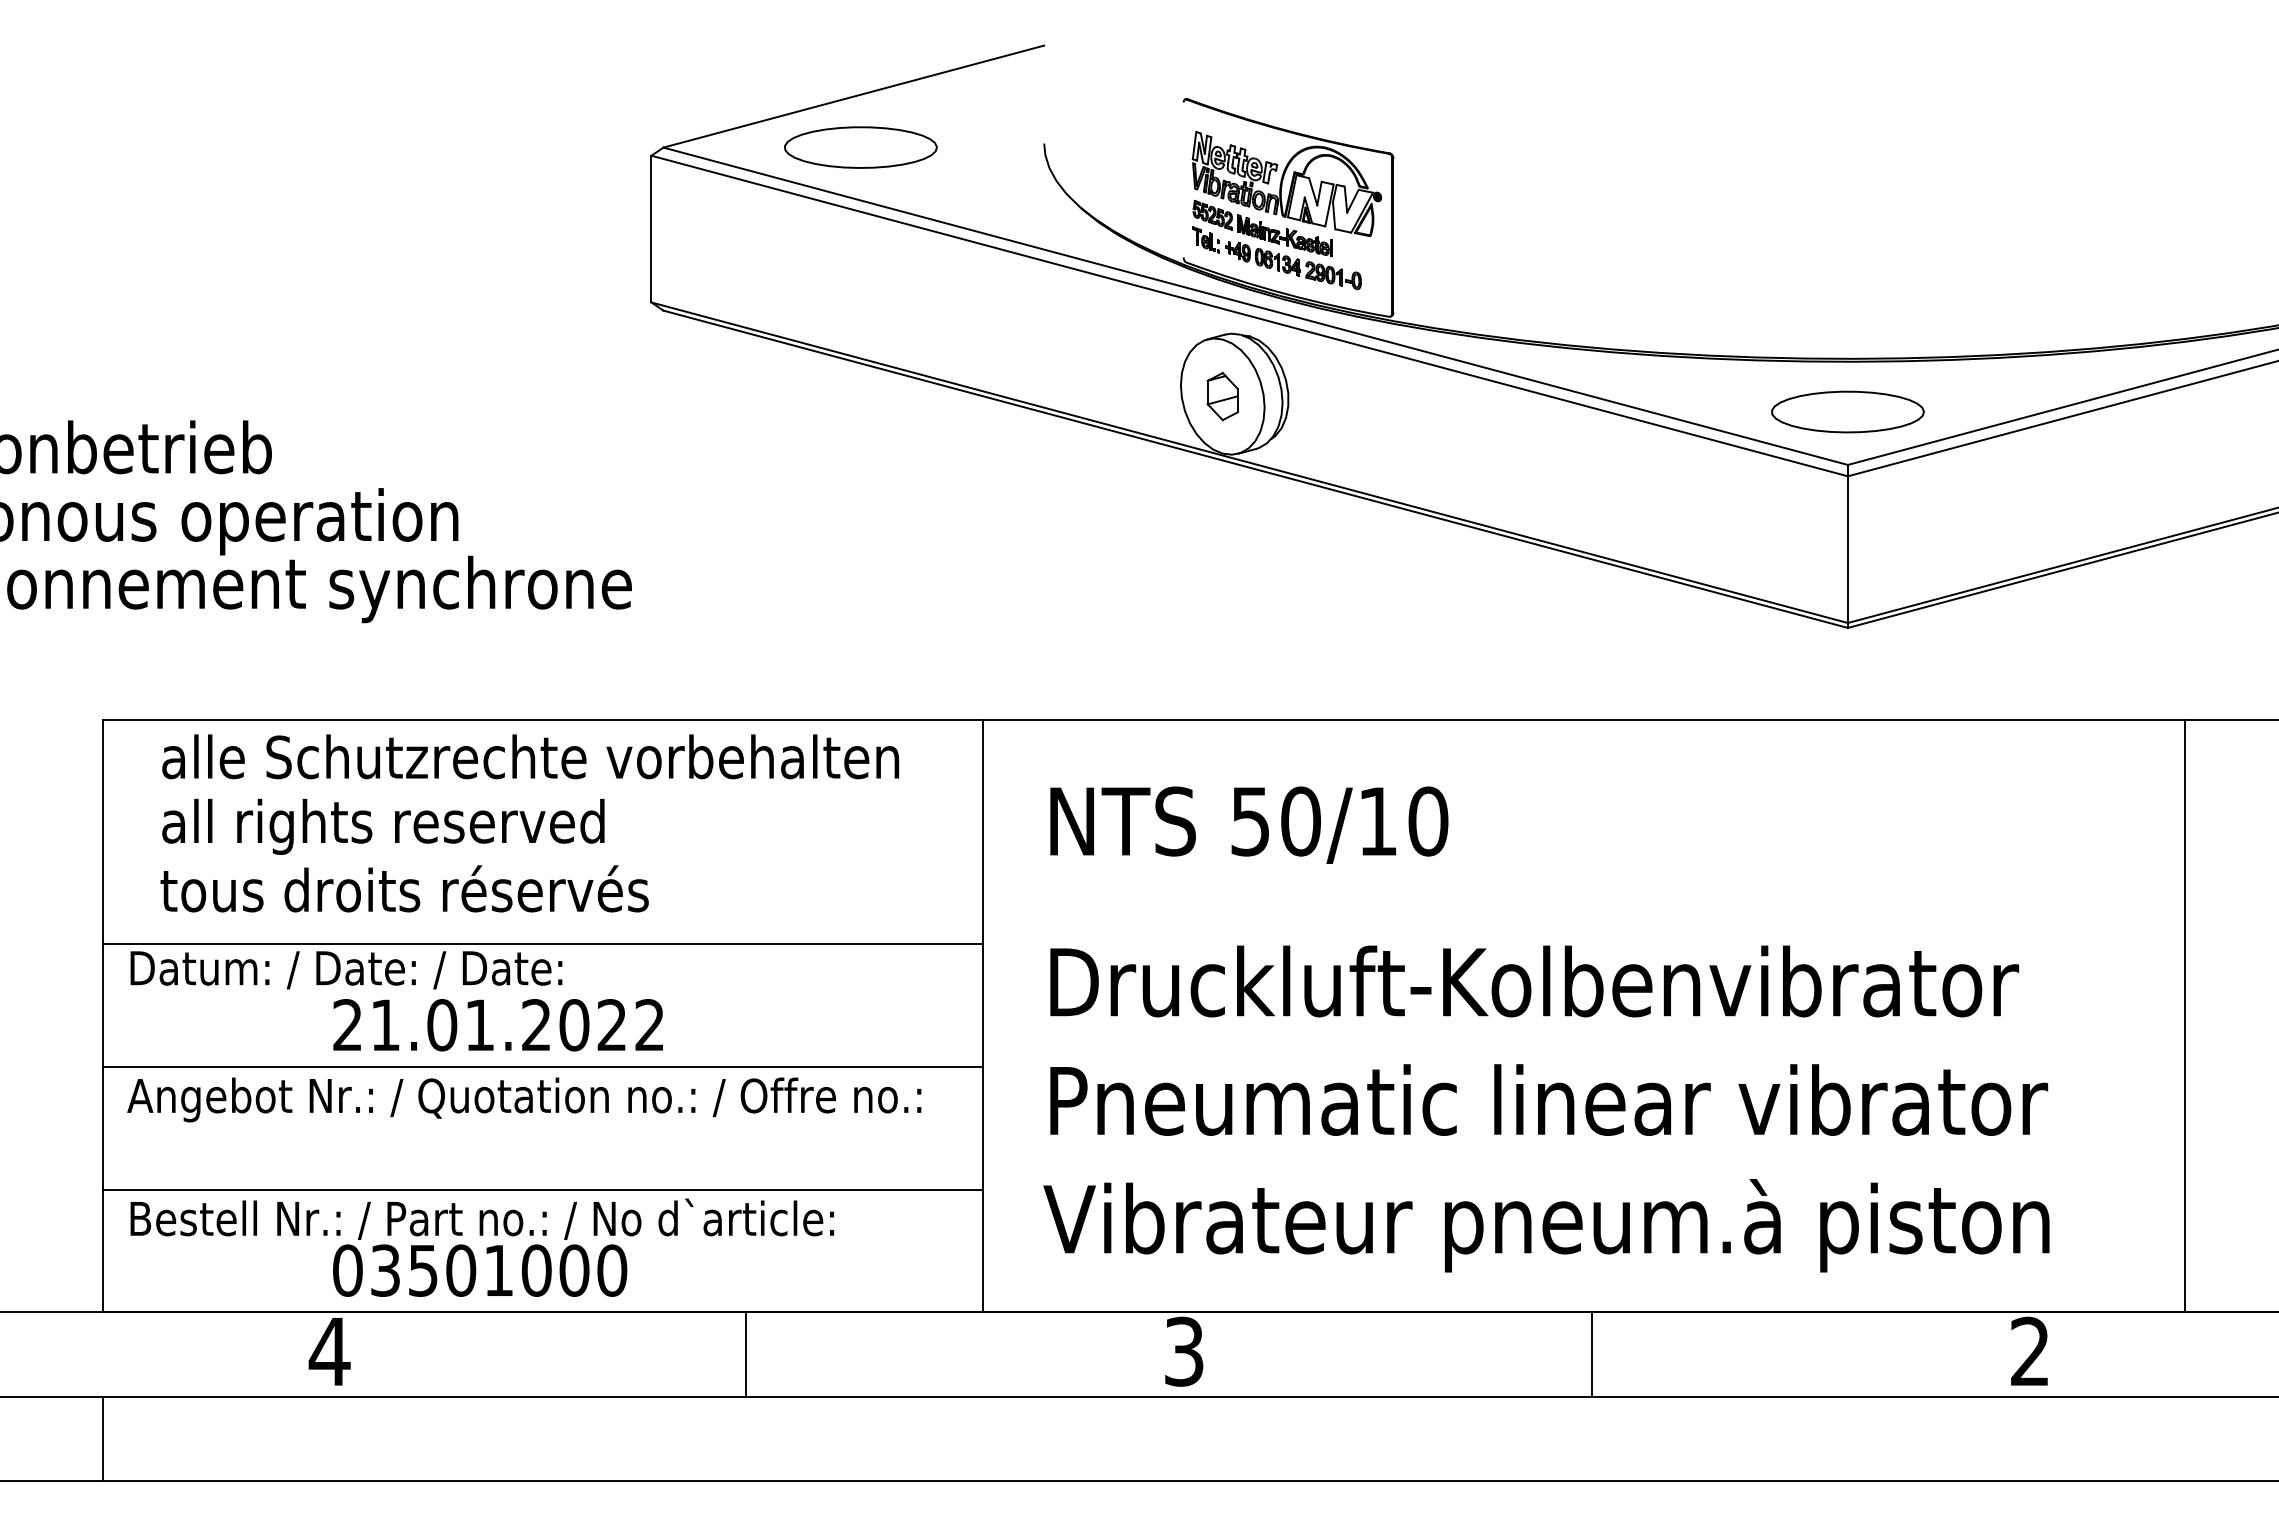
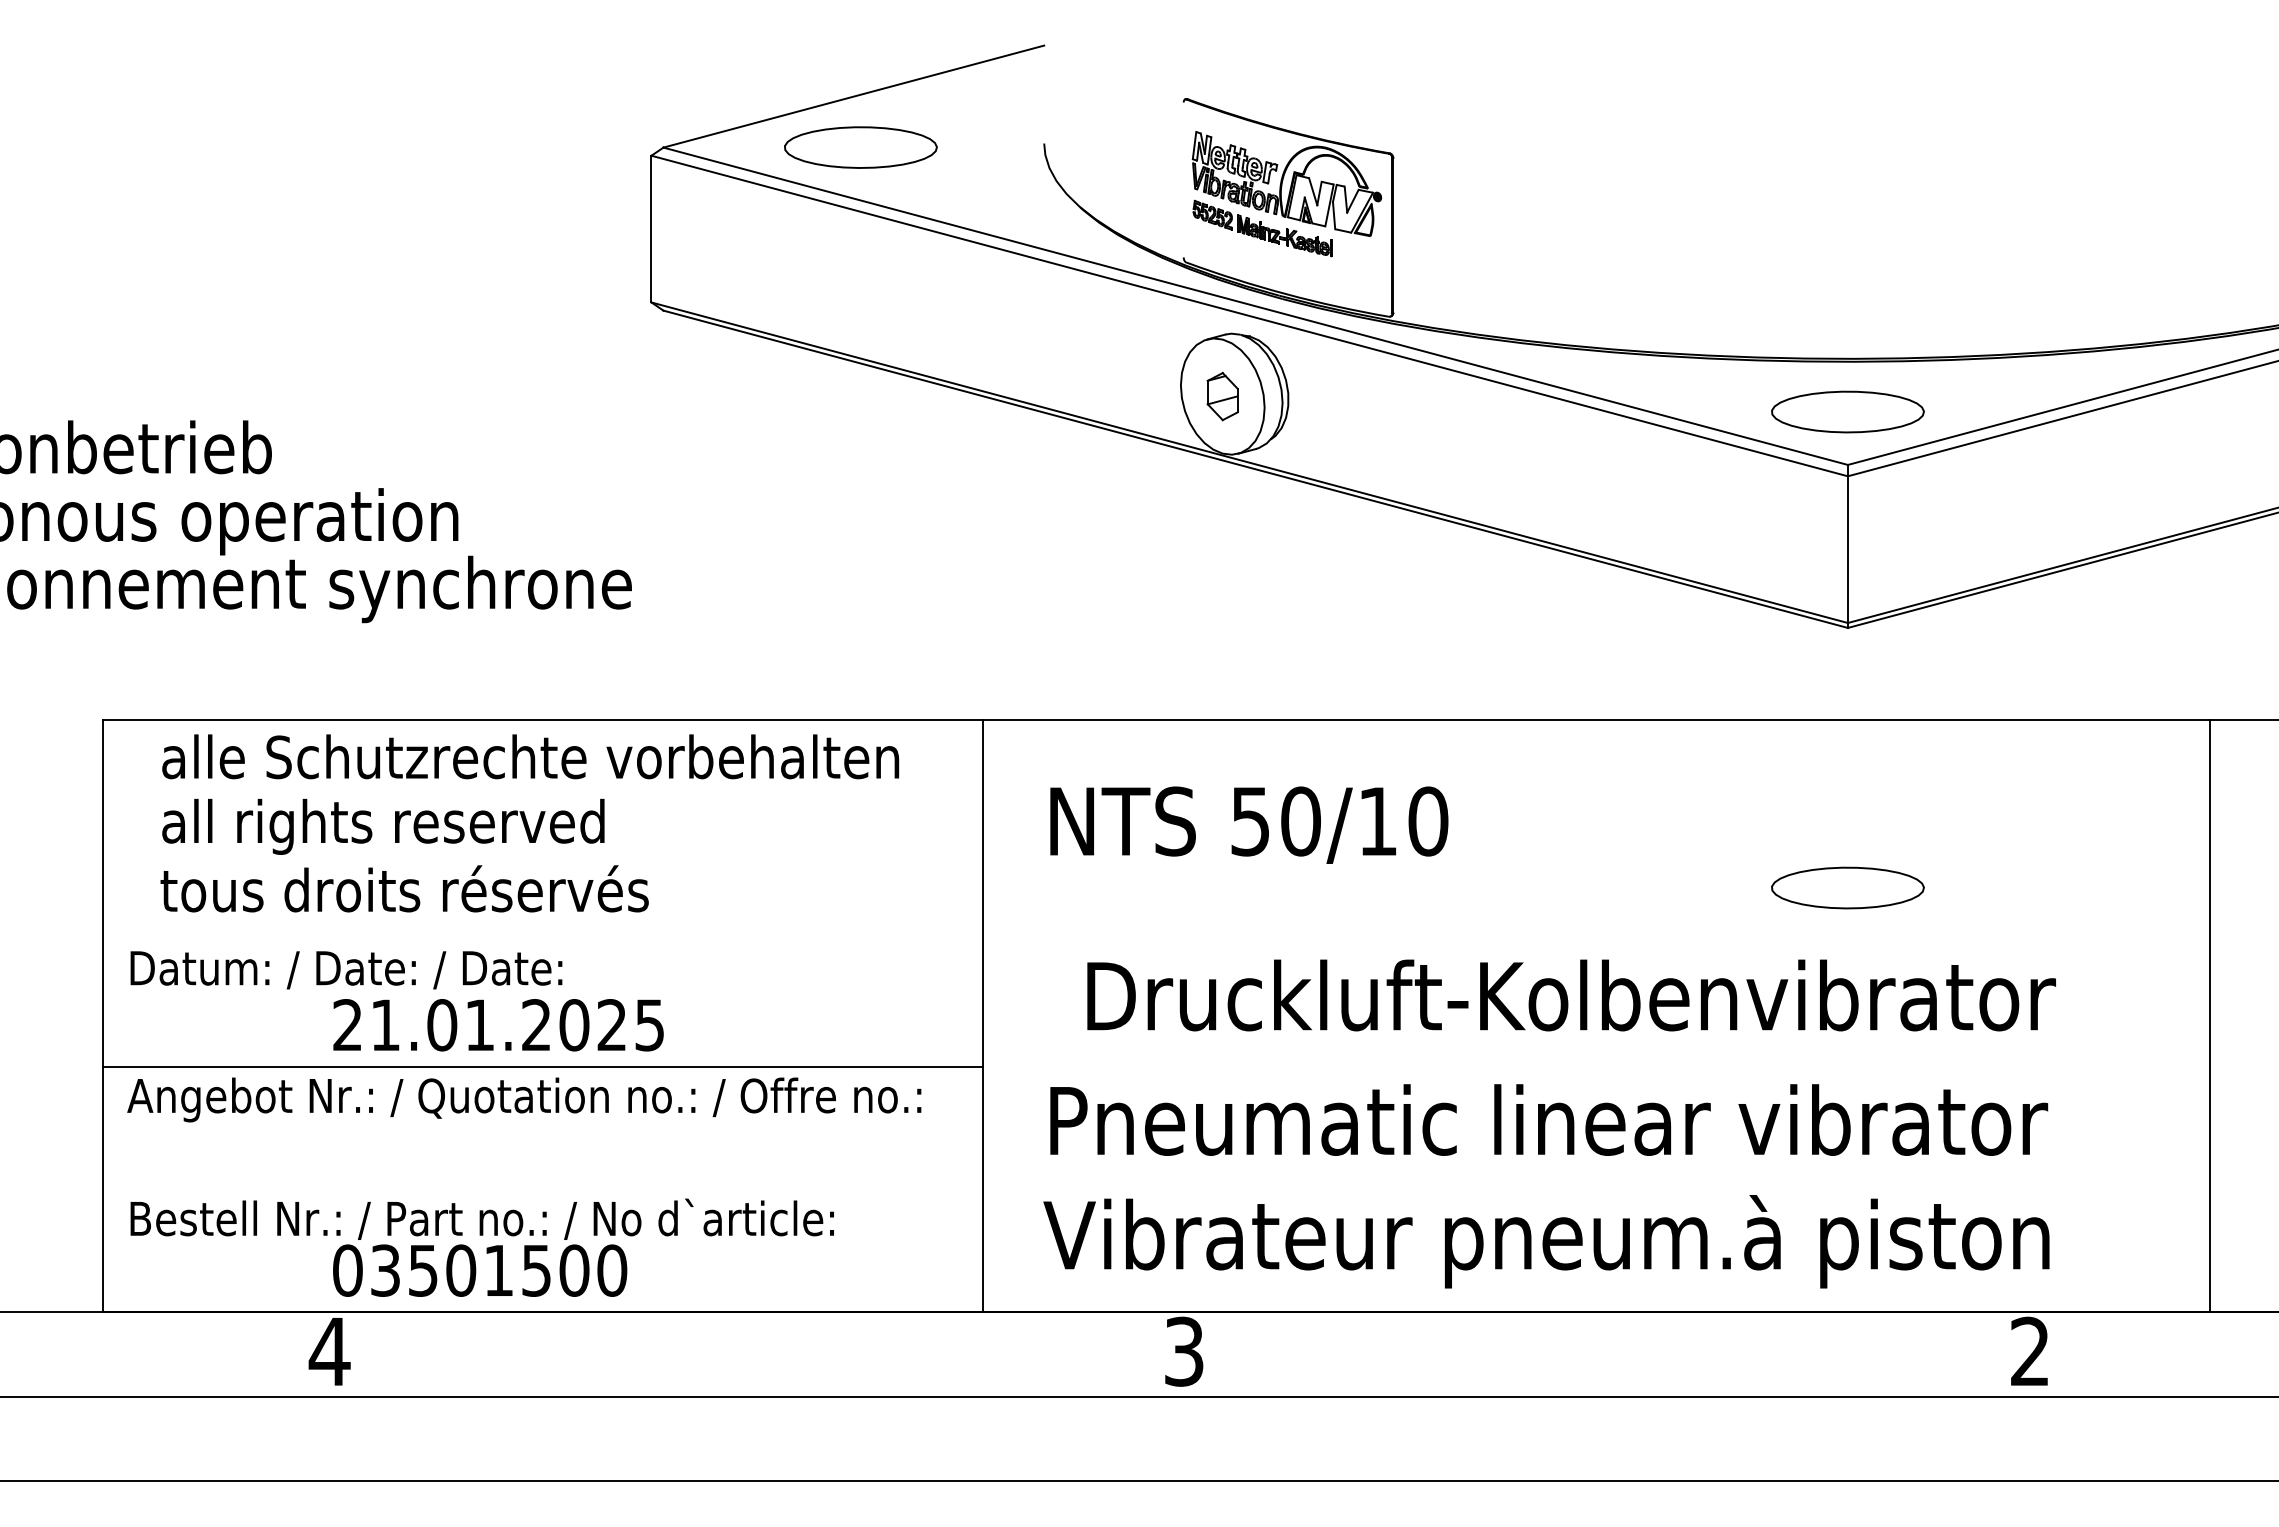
part at (1276, 258): present -> none
part at (1847, 887): none -> present
line at (543, 944): present -> none
text at (1534, 981) position: (1534, 981) -> (1571, 995)
line at (2184, 1015) position: (2184, 1015) -> (2209, 1015)
text at (649, 1025): 21.01.2022 -> 21.01.2025
text at (1549, 1099) position: (1549, 1099) -> (1549, 1119)
line at (543, 1189): present -> none
text at (1546, 1225) position: (1546, 1225) -> (1546, 1241)
text at (536, 1270): 03501000 -> 03501500
line at (746, 1354): present -> none
line at (1592, 1354): present -> none
line at (103, 1438): present -> none
